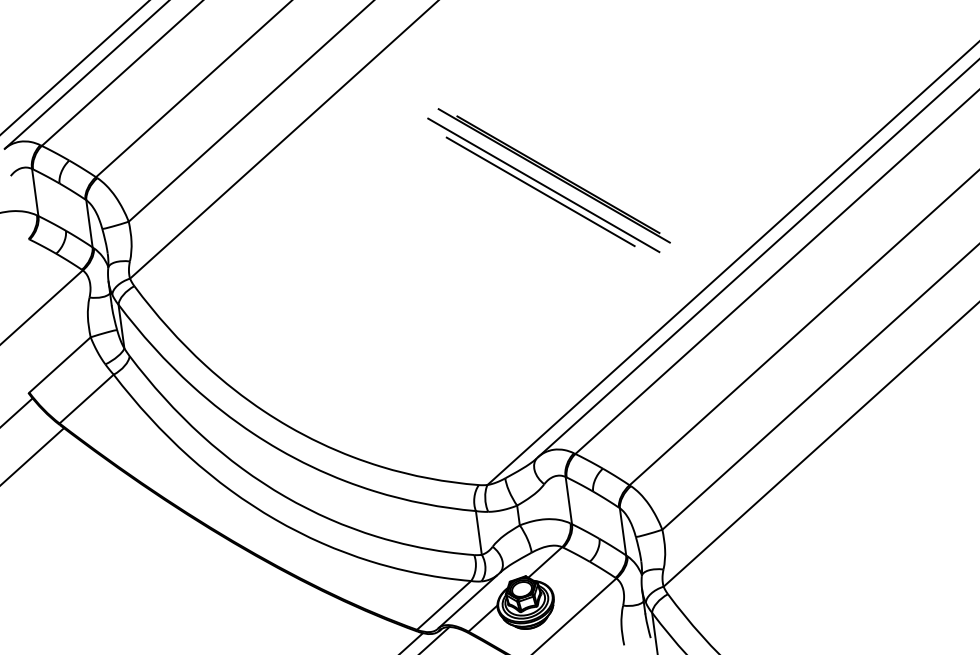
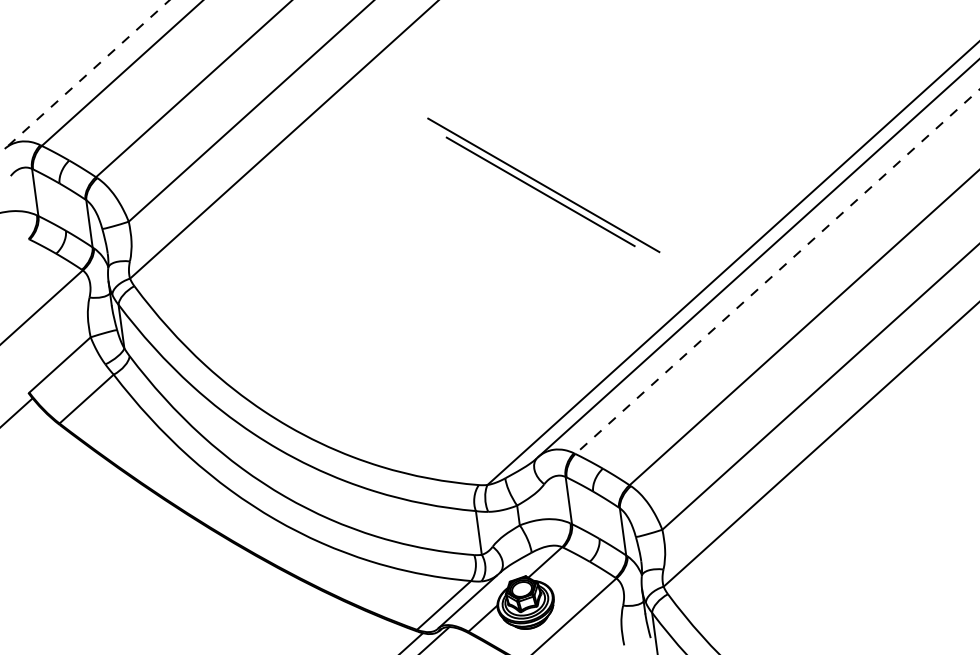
line at (74, 67): present -> none
line at (87, 74): solid -> dashed
part at (553, 175): present -> none
line at (777, 271): solid -> dashed
line at (33, 455): present -> none
